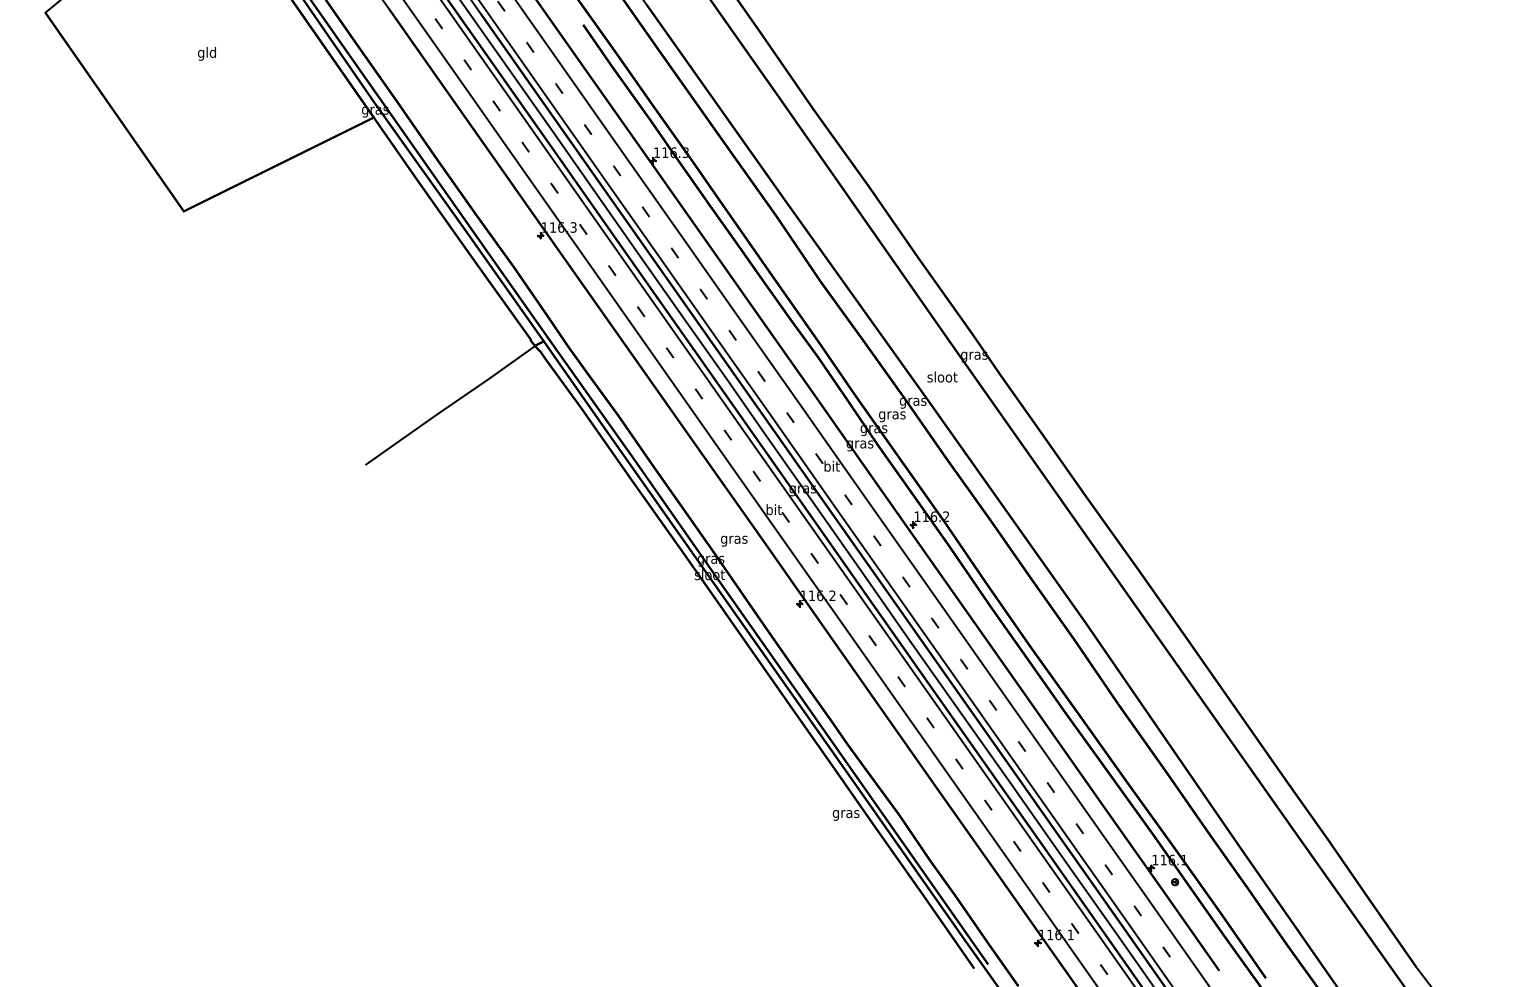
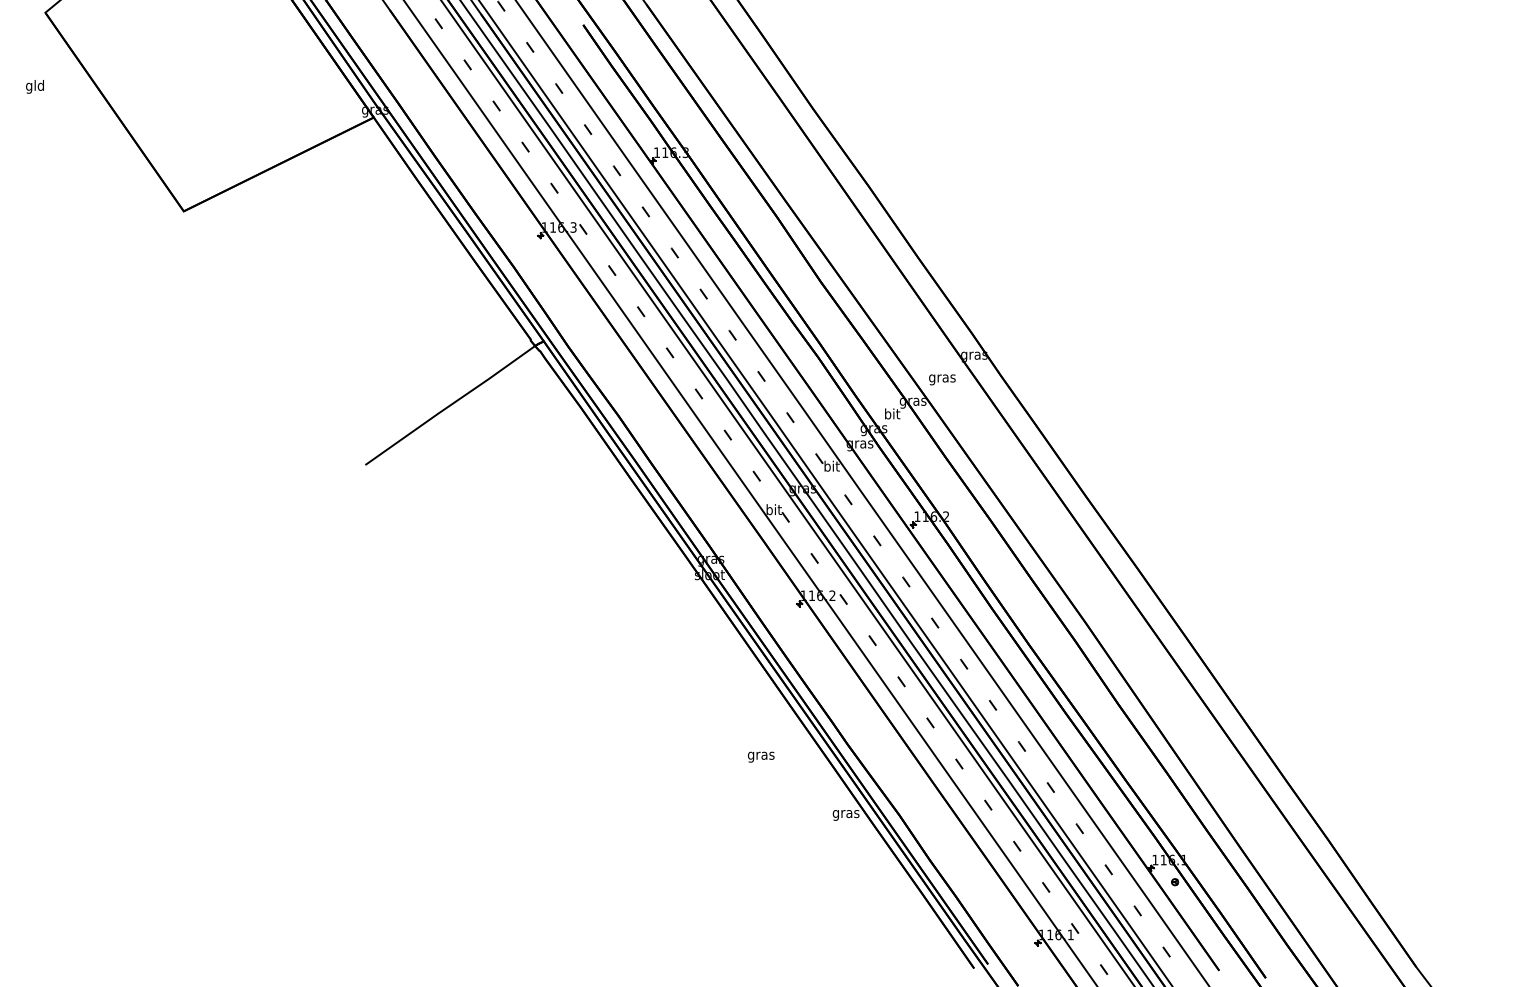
text at (206, 53) position: (206, 53) -> (34, 86)
text at (942, 378): sloot -> gras
text at (892, 415): gras -> bit
text at (734, 540) position: (734, 540) -> (761, 756)
